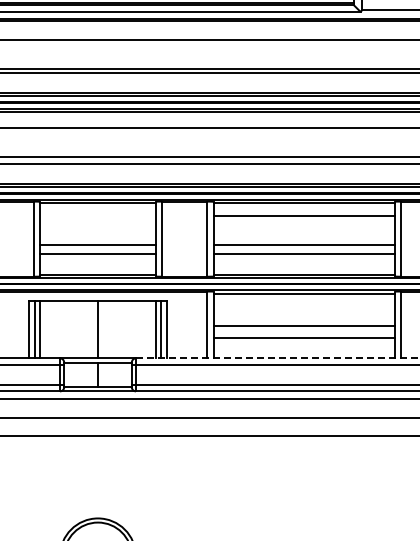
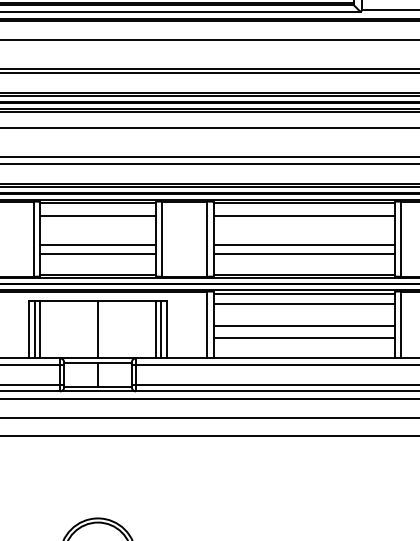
line at (97, 215): none -> present
line at (304, 303): none -> present
line at (277, 358): dashed -> solid
